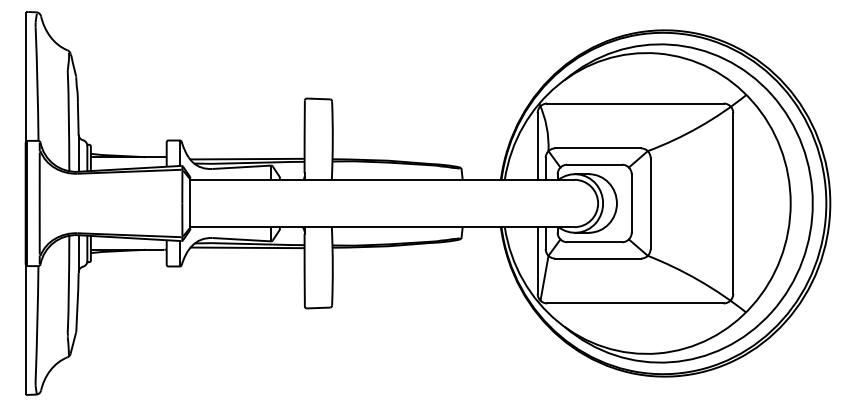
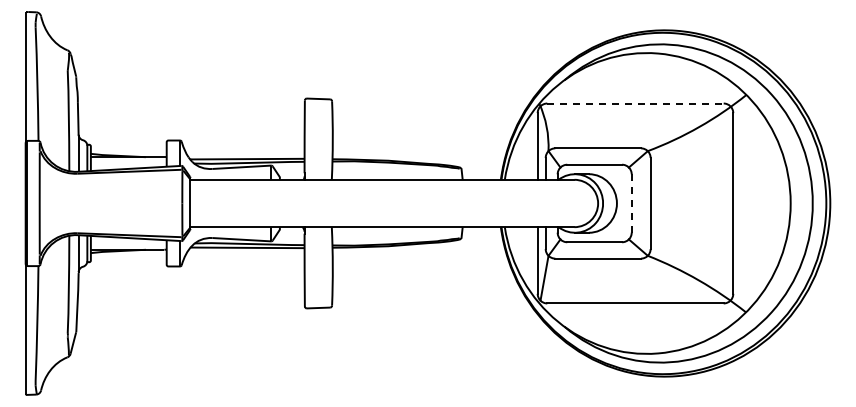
line at (635, 103): solid -> dashed
line at (631, 203): solid -> dashed
